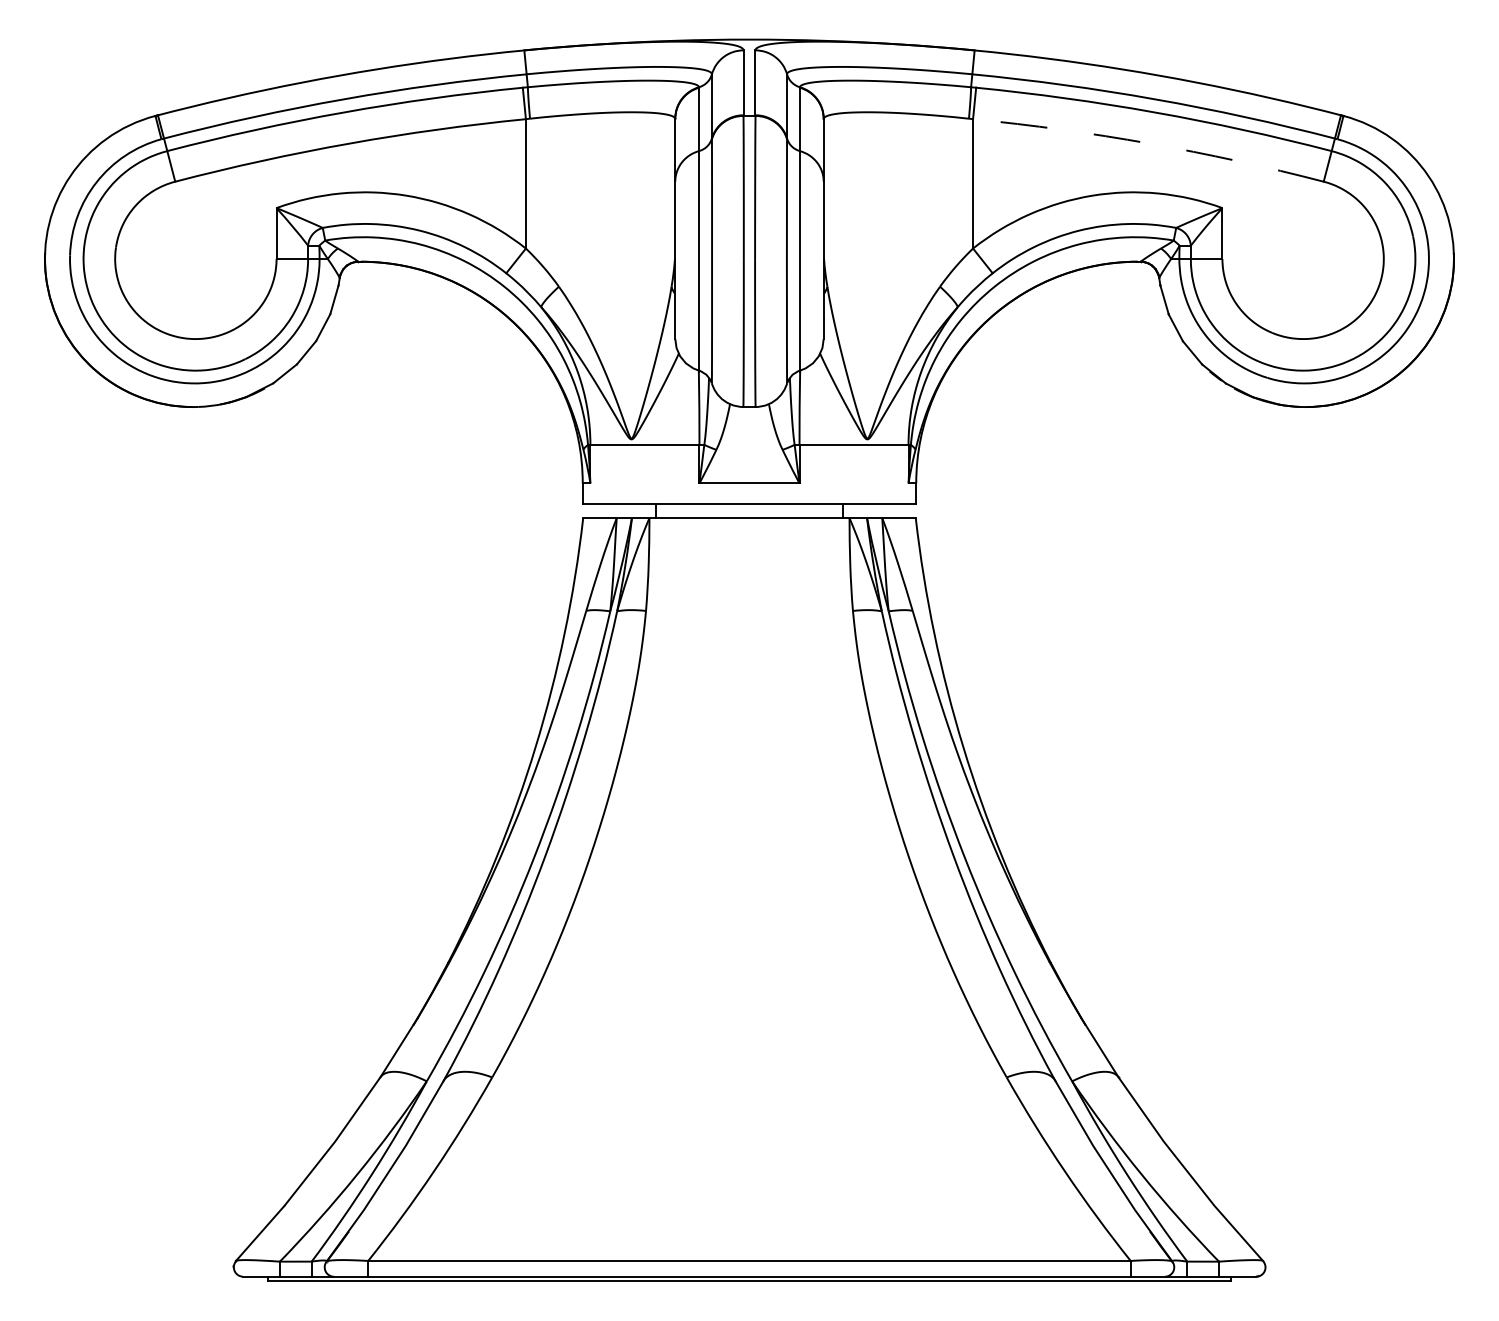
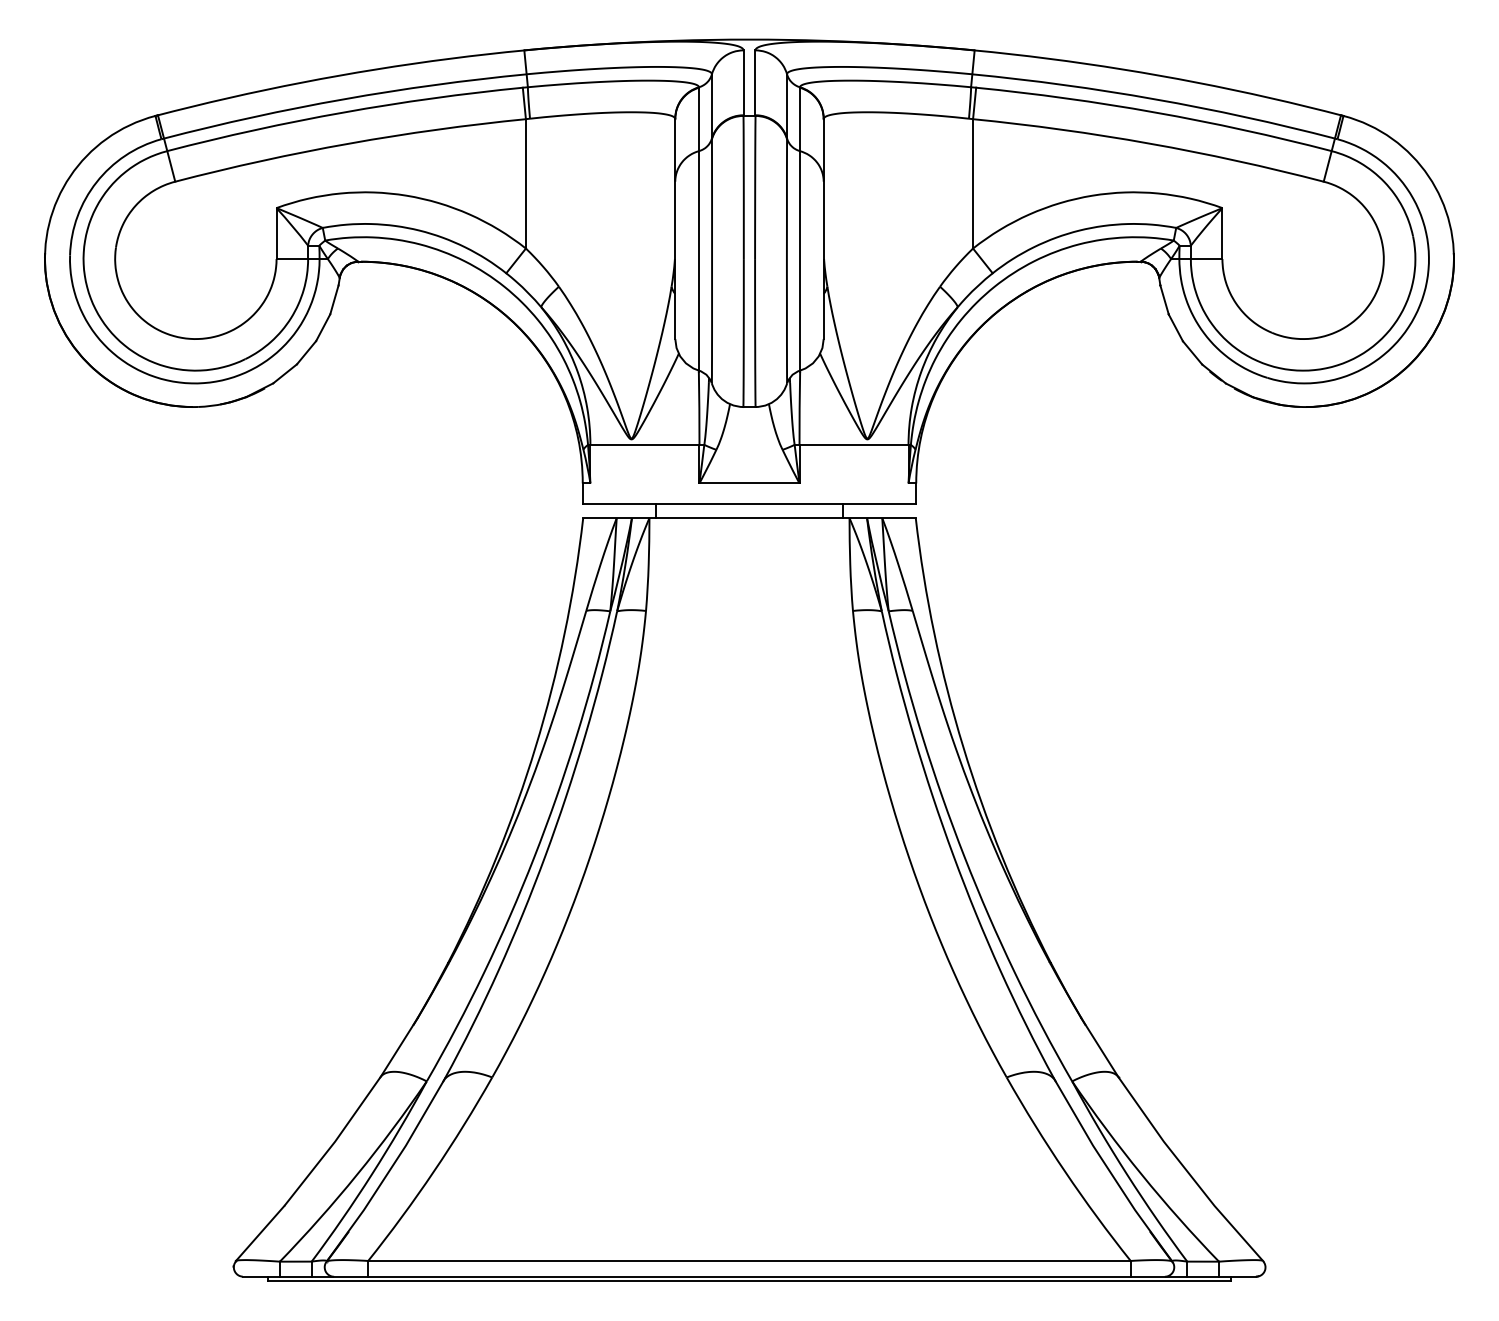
arc at (1149, 143): dashed -> solid
